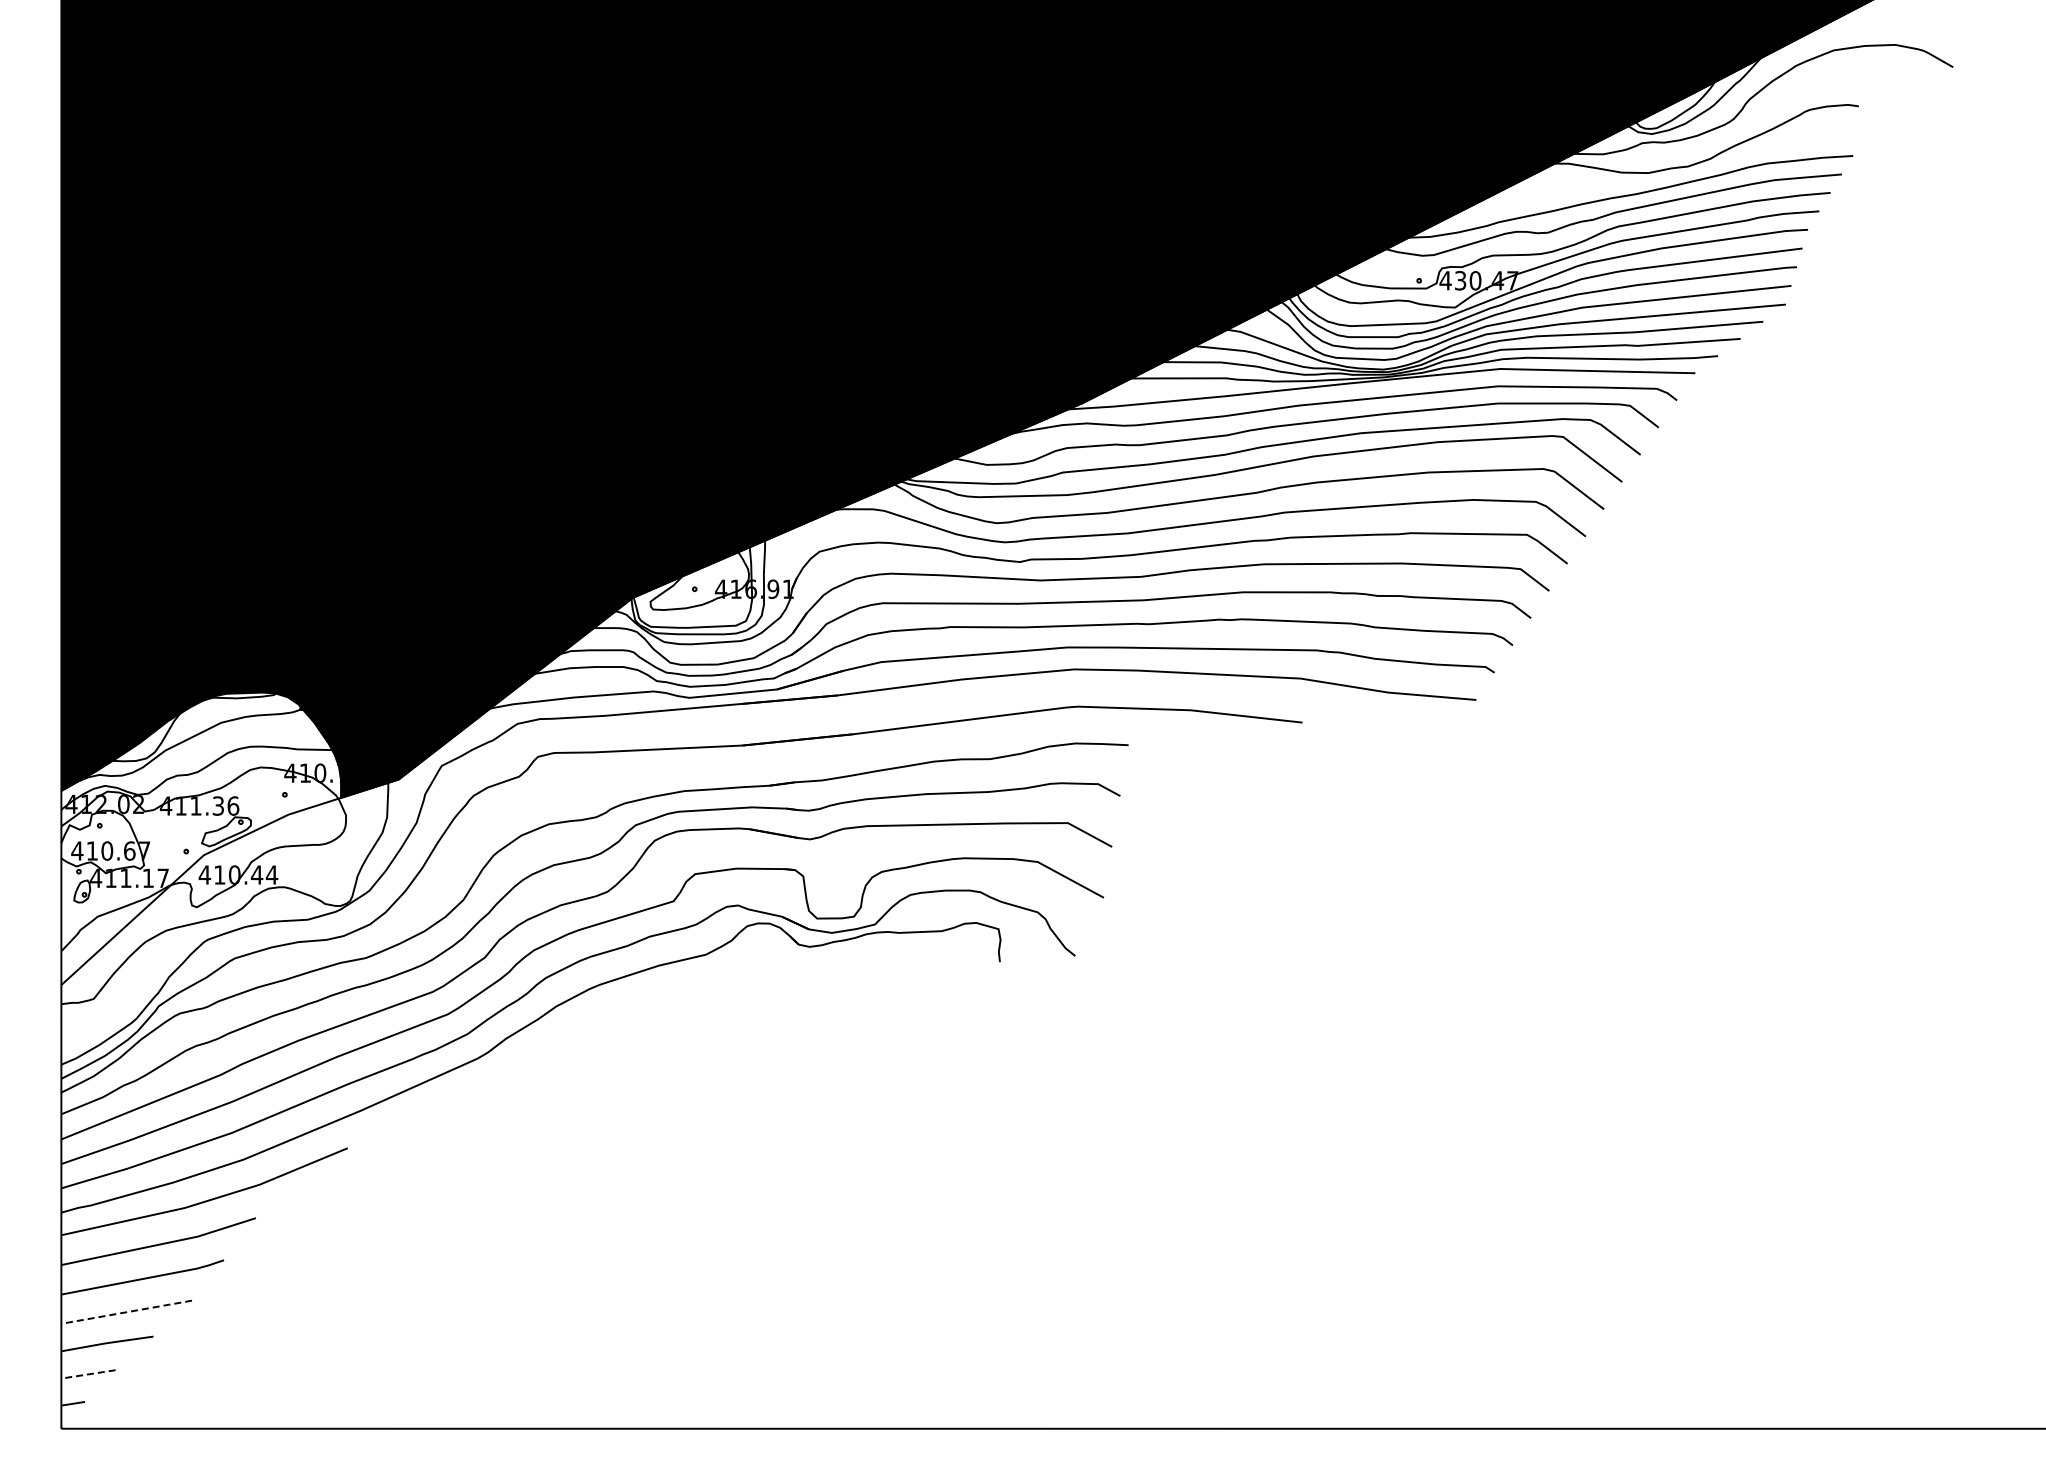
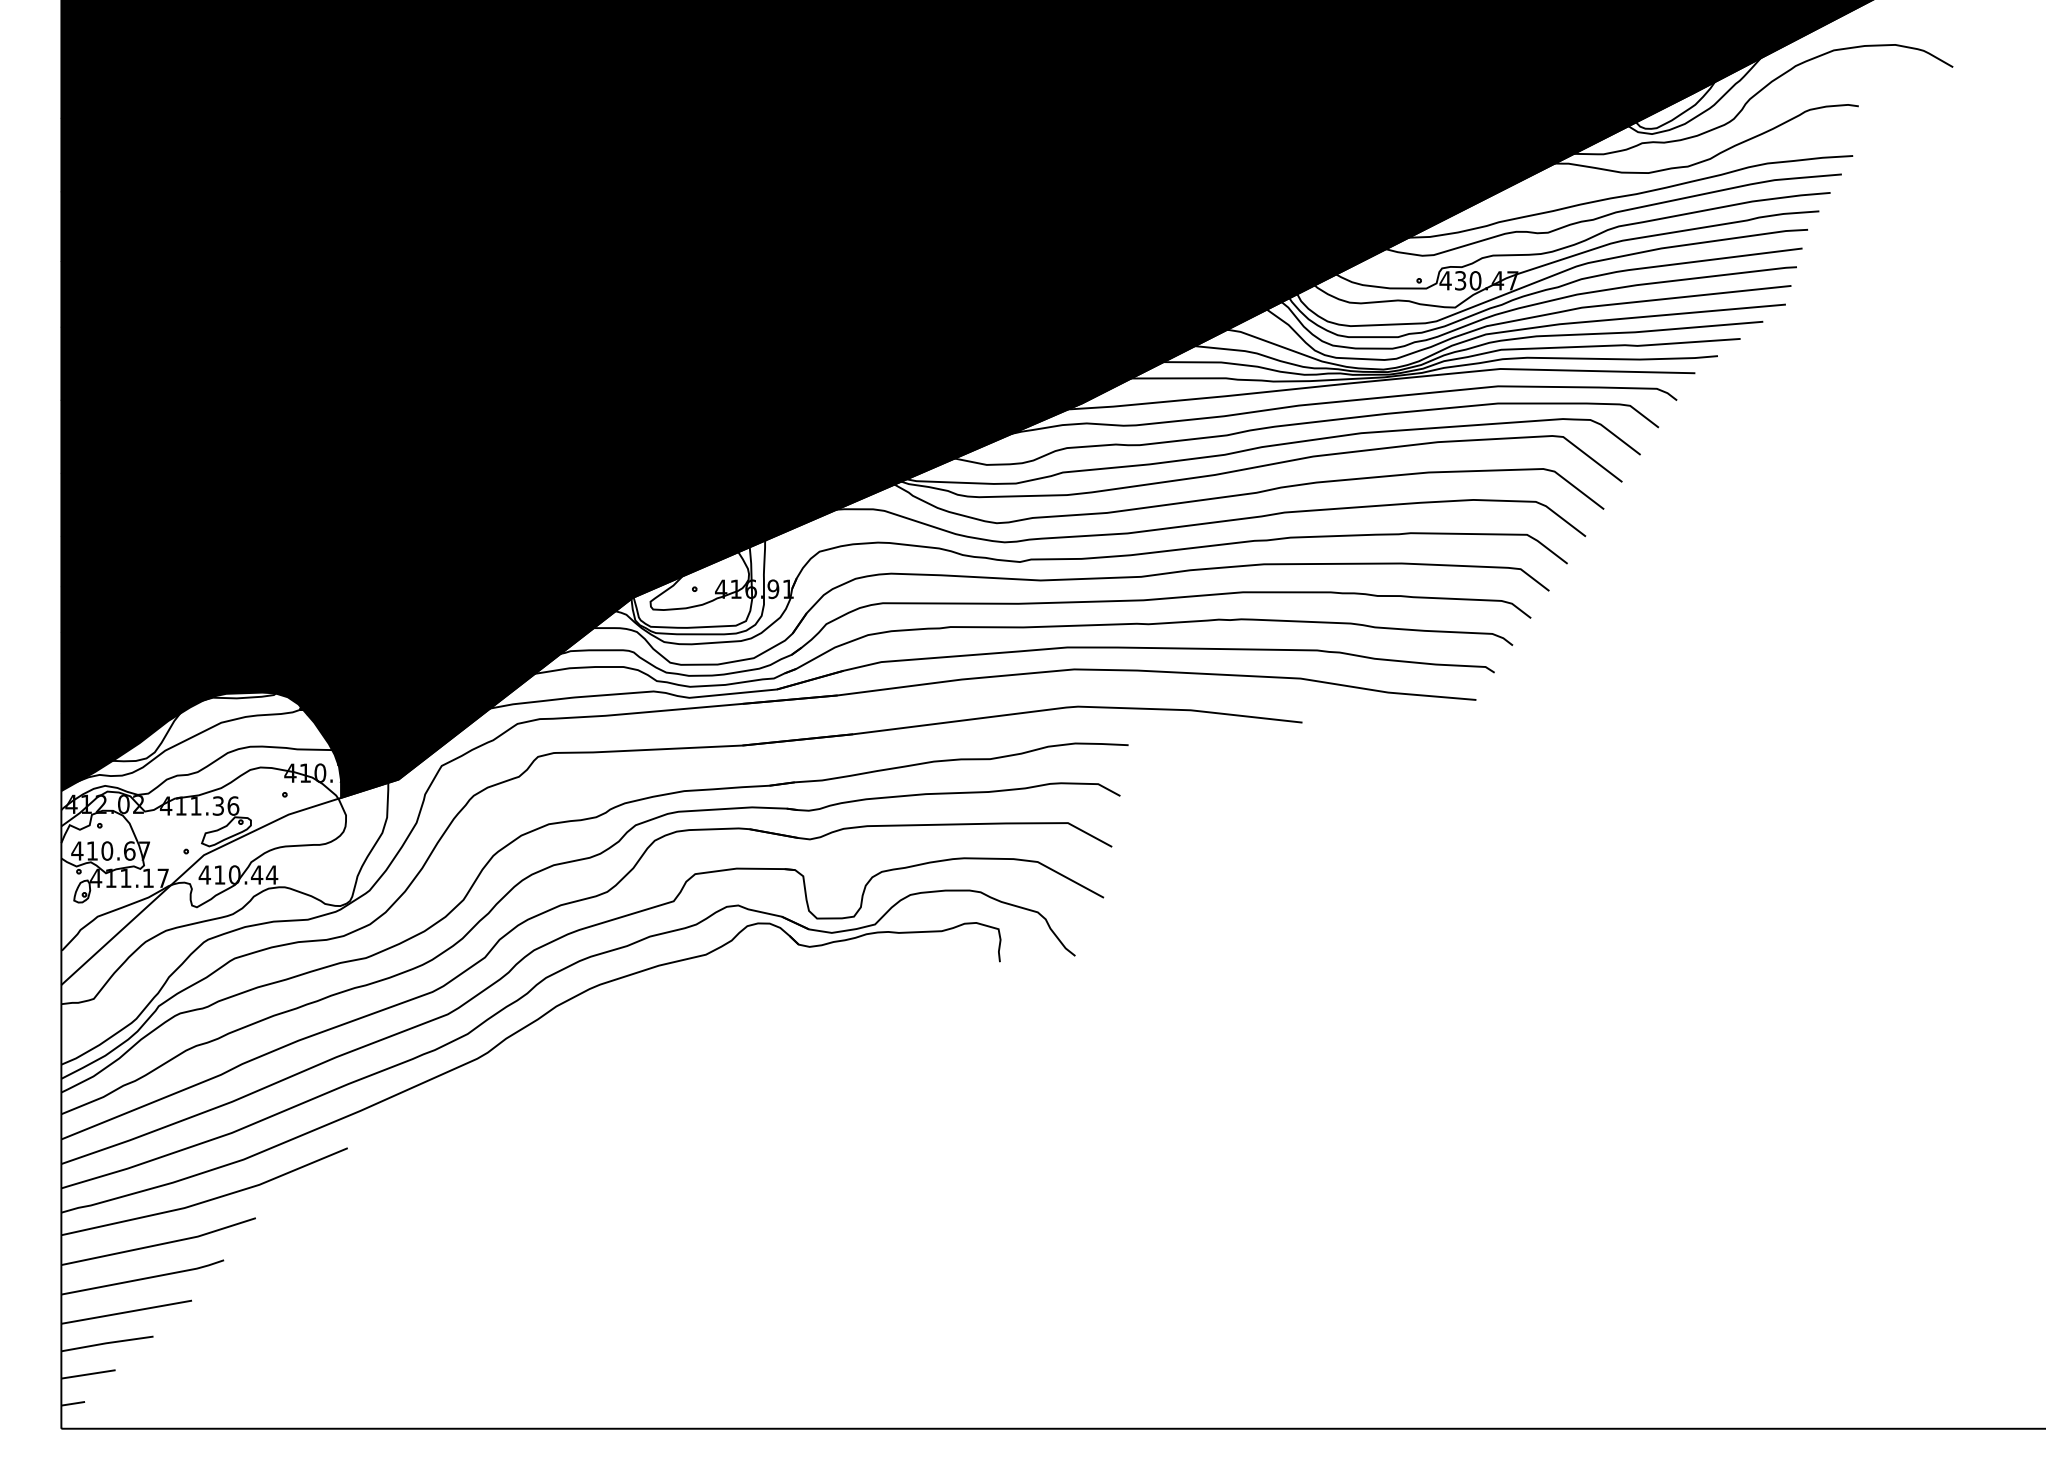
line at (126, 1312): dashed -> solid
line at (88, 1374): dashed -> solid
